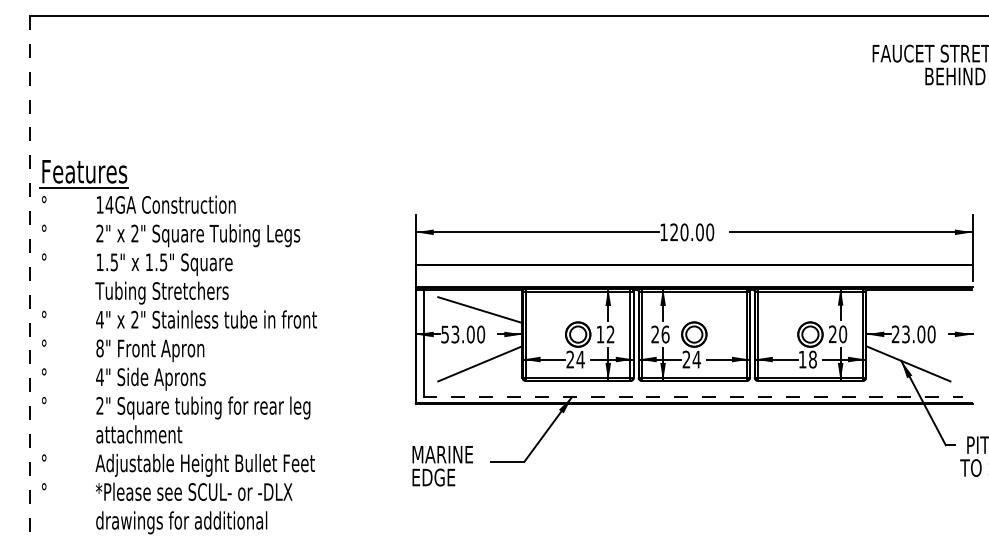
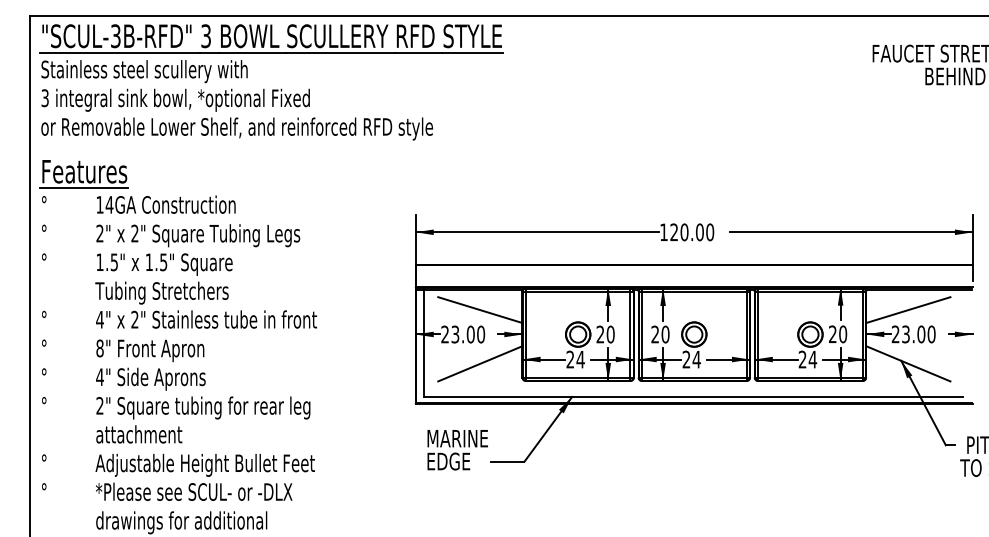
part at (272, 89): none -> present
line at (29, 275): dashed -> solid
line at (908, 310): none -> present
text at (665, 333): 26 -> 20
text at (444, 334): 53.00 -> 23.00
text at (605, 334): 12 -> 20
text at (807, 359): 18 -> 24
line at (693, 397): dashed -> solid
text at (442, 466) position: (442, 466) -> (457, 450)
